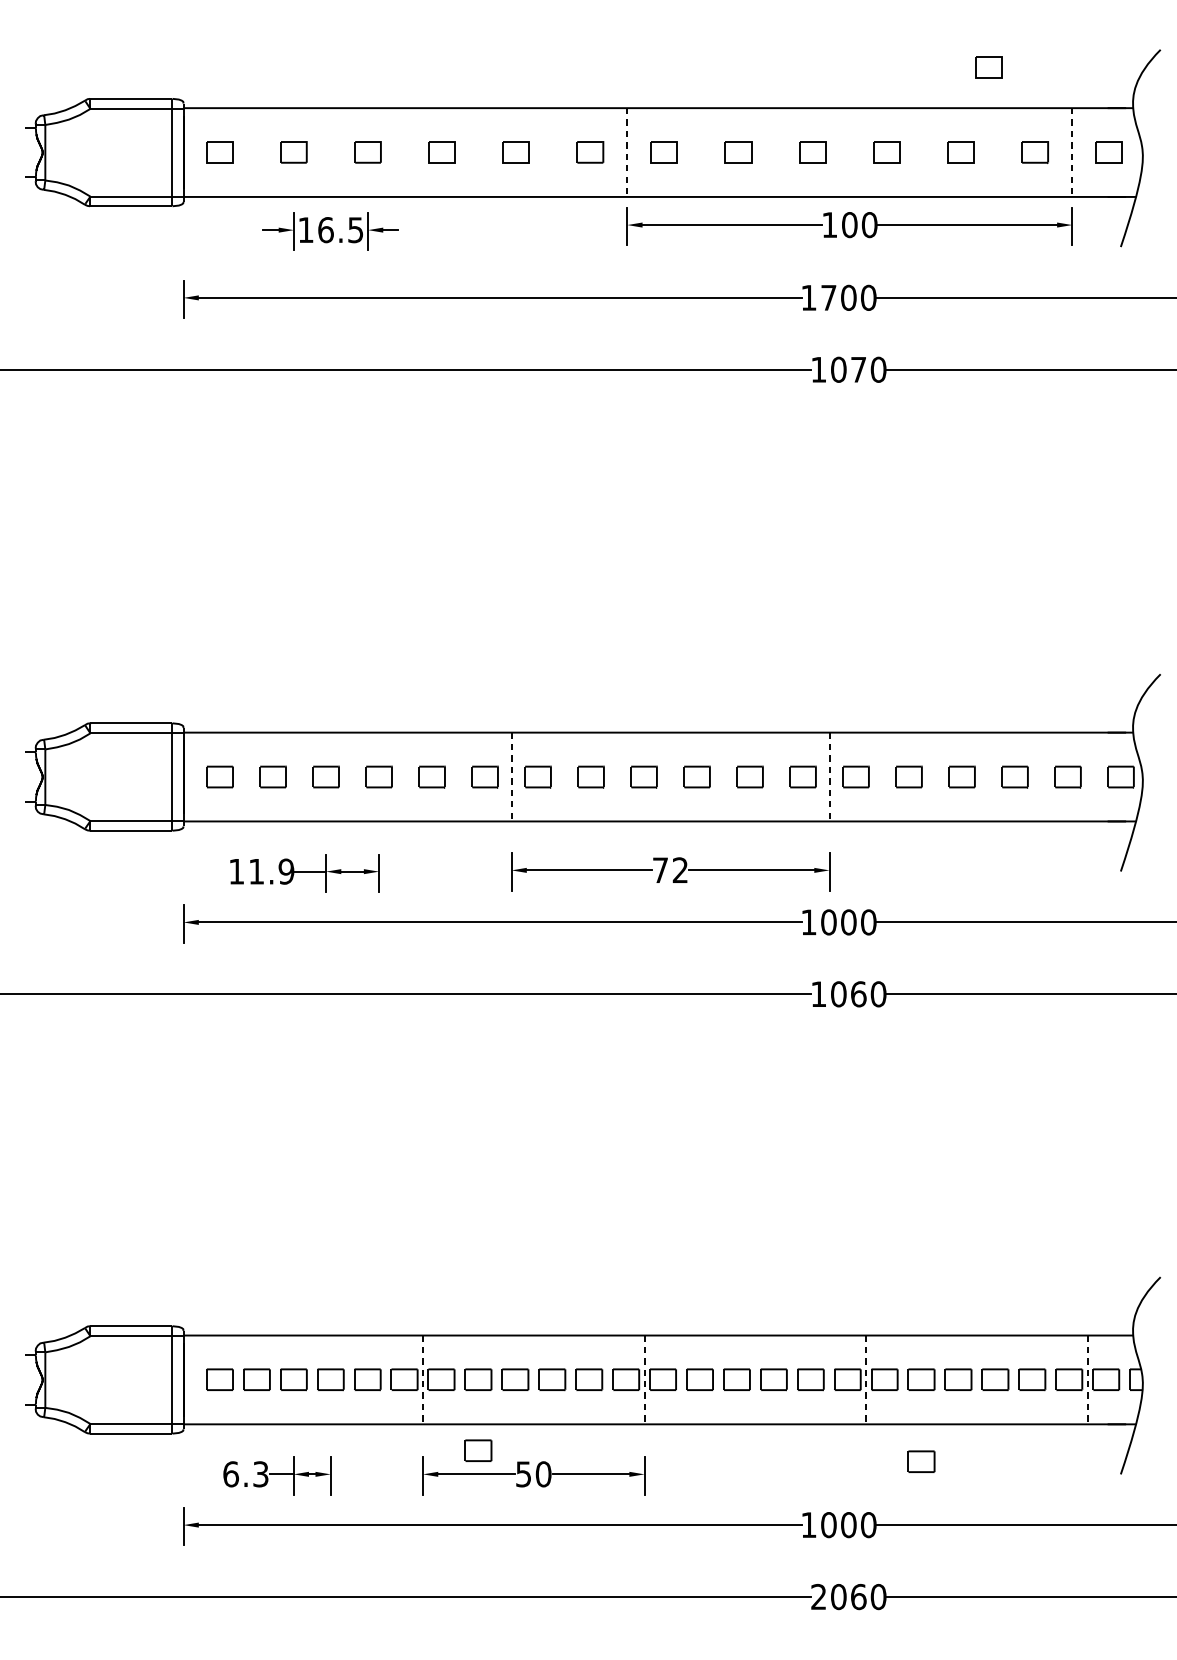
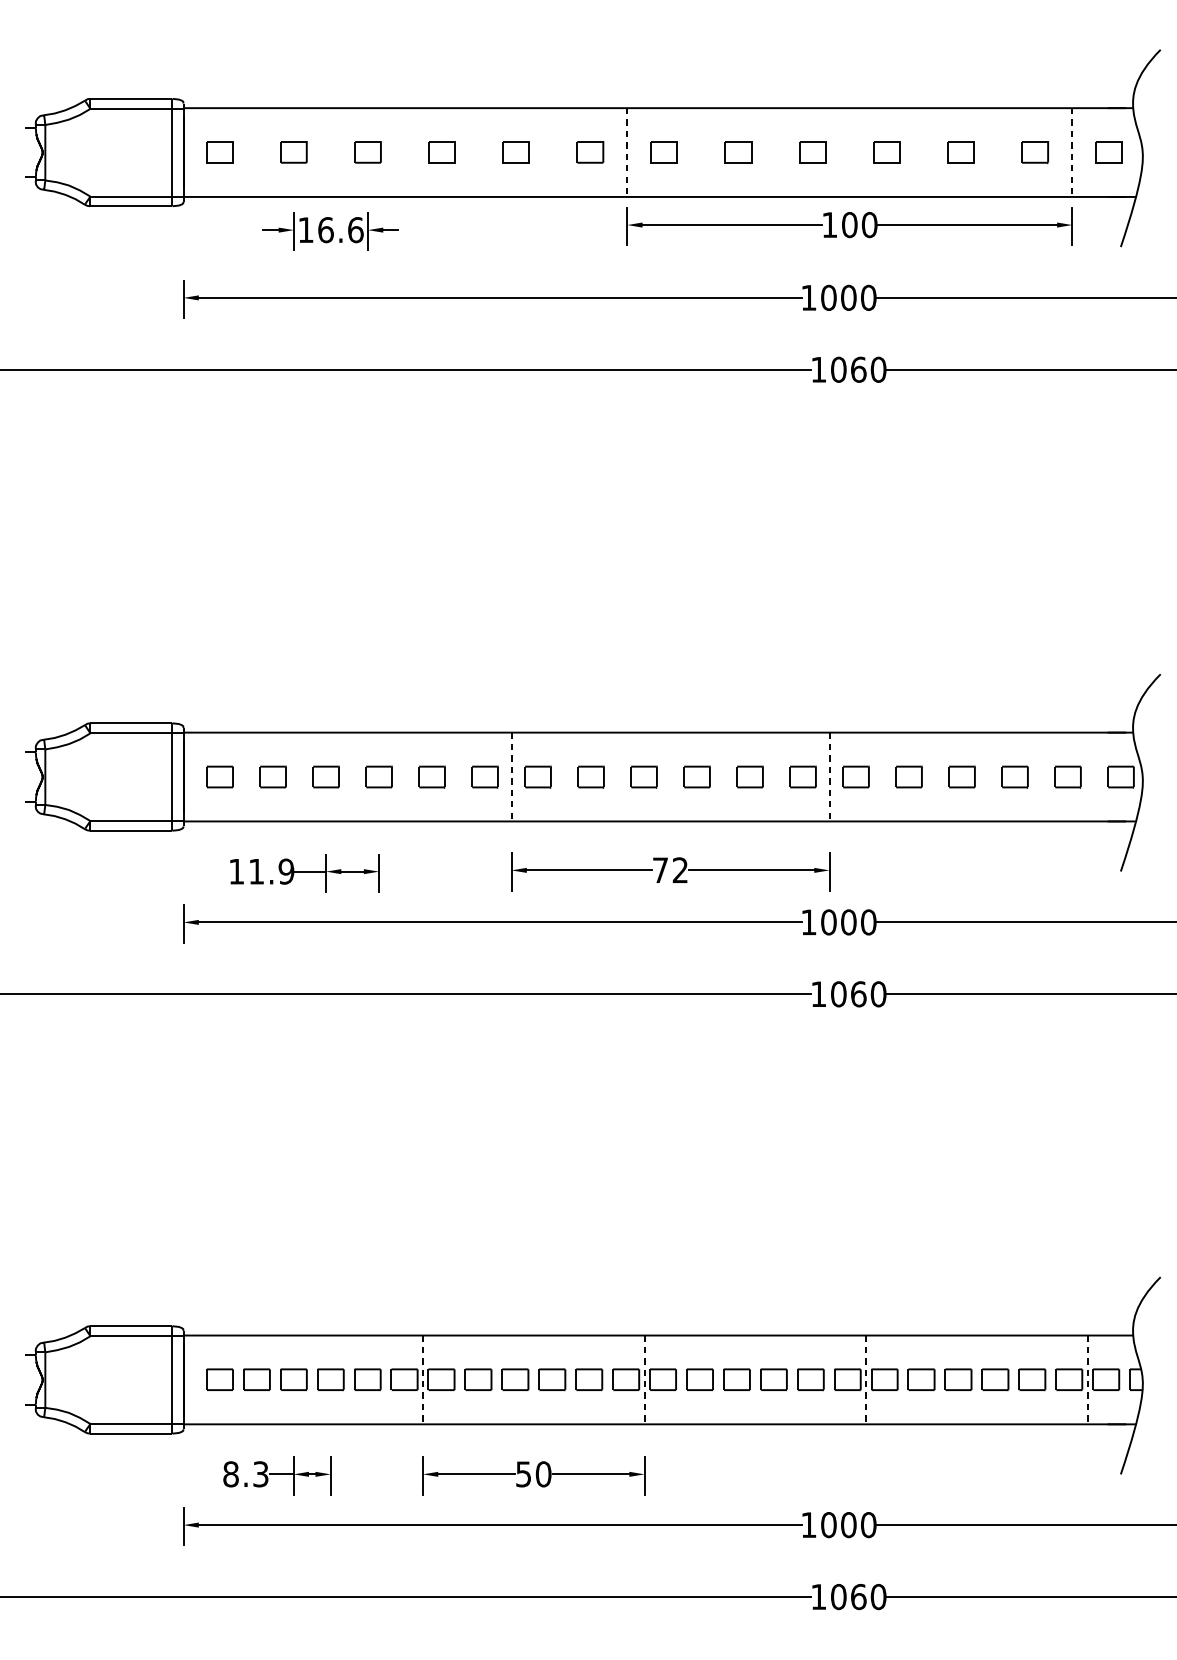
part at (988, 67): present -> none
text at (355, 230): 16.5 -> 16.6
text at (828, 297): 1700 -> 1000
text at (858, 369): 1070 -> 1060
part at (478, 1450): present -> none
part at (921, 1461): present -> none
text at (230, 1474): 6.3 -> 8.3
text at (818, 1596): 2060 -> 1060
